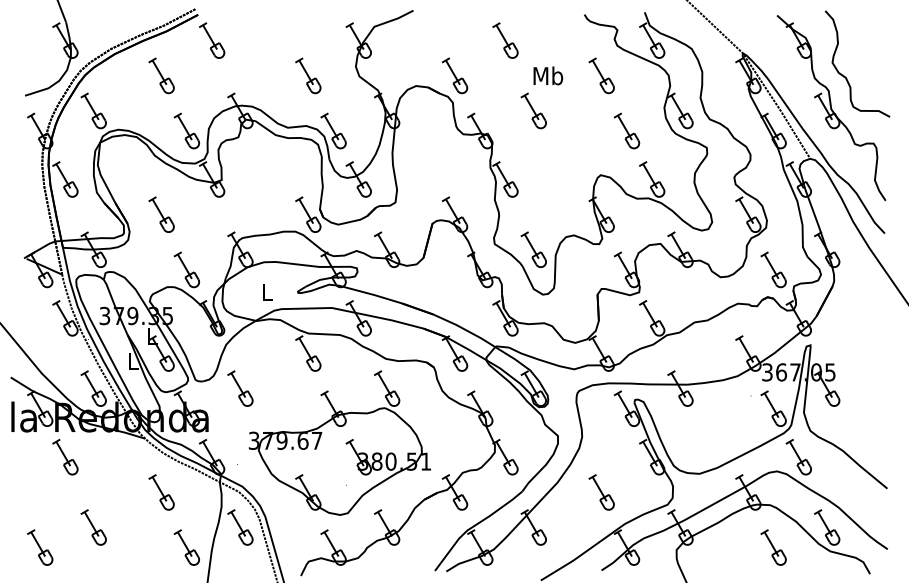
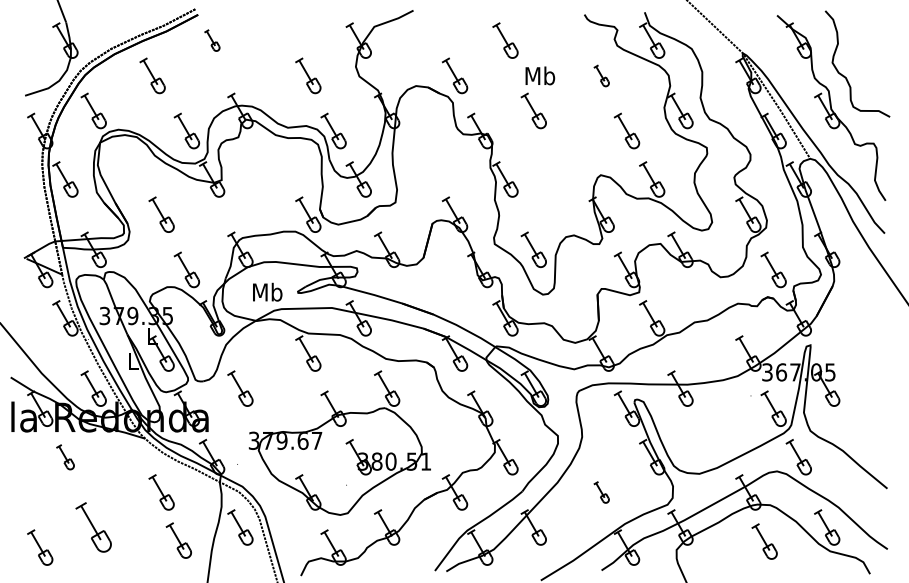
part at (212, 40) size: 27x37 px -> 17x23 px
part at (161, 75) position: (161, 75) -> (152, 75)
text at (548, 75) position: (548, 75) -> (540, 75)
part at (601, 75) size: 27x38 px -> 17x24 px
text at (267, 291): L -> Mb
part at (65, 457) size: 27x37 px -> 19x27 px
part at (601, 492) size: 27x37 px -> 17x23 px
part at (93, 527) size: 27x37 px -> 37x51 px
part at (186, 547) position: (186, 547) -> (178, 540)
part at (773, 547) position: (773, 547) -> (764, 541)
